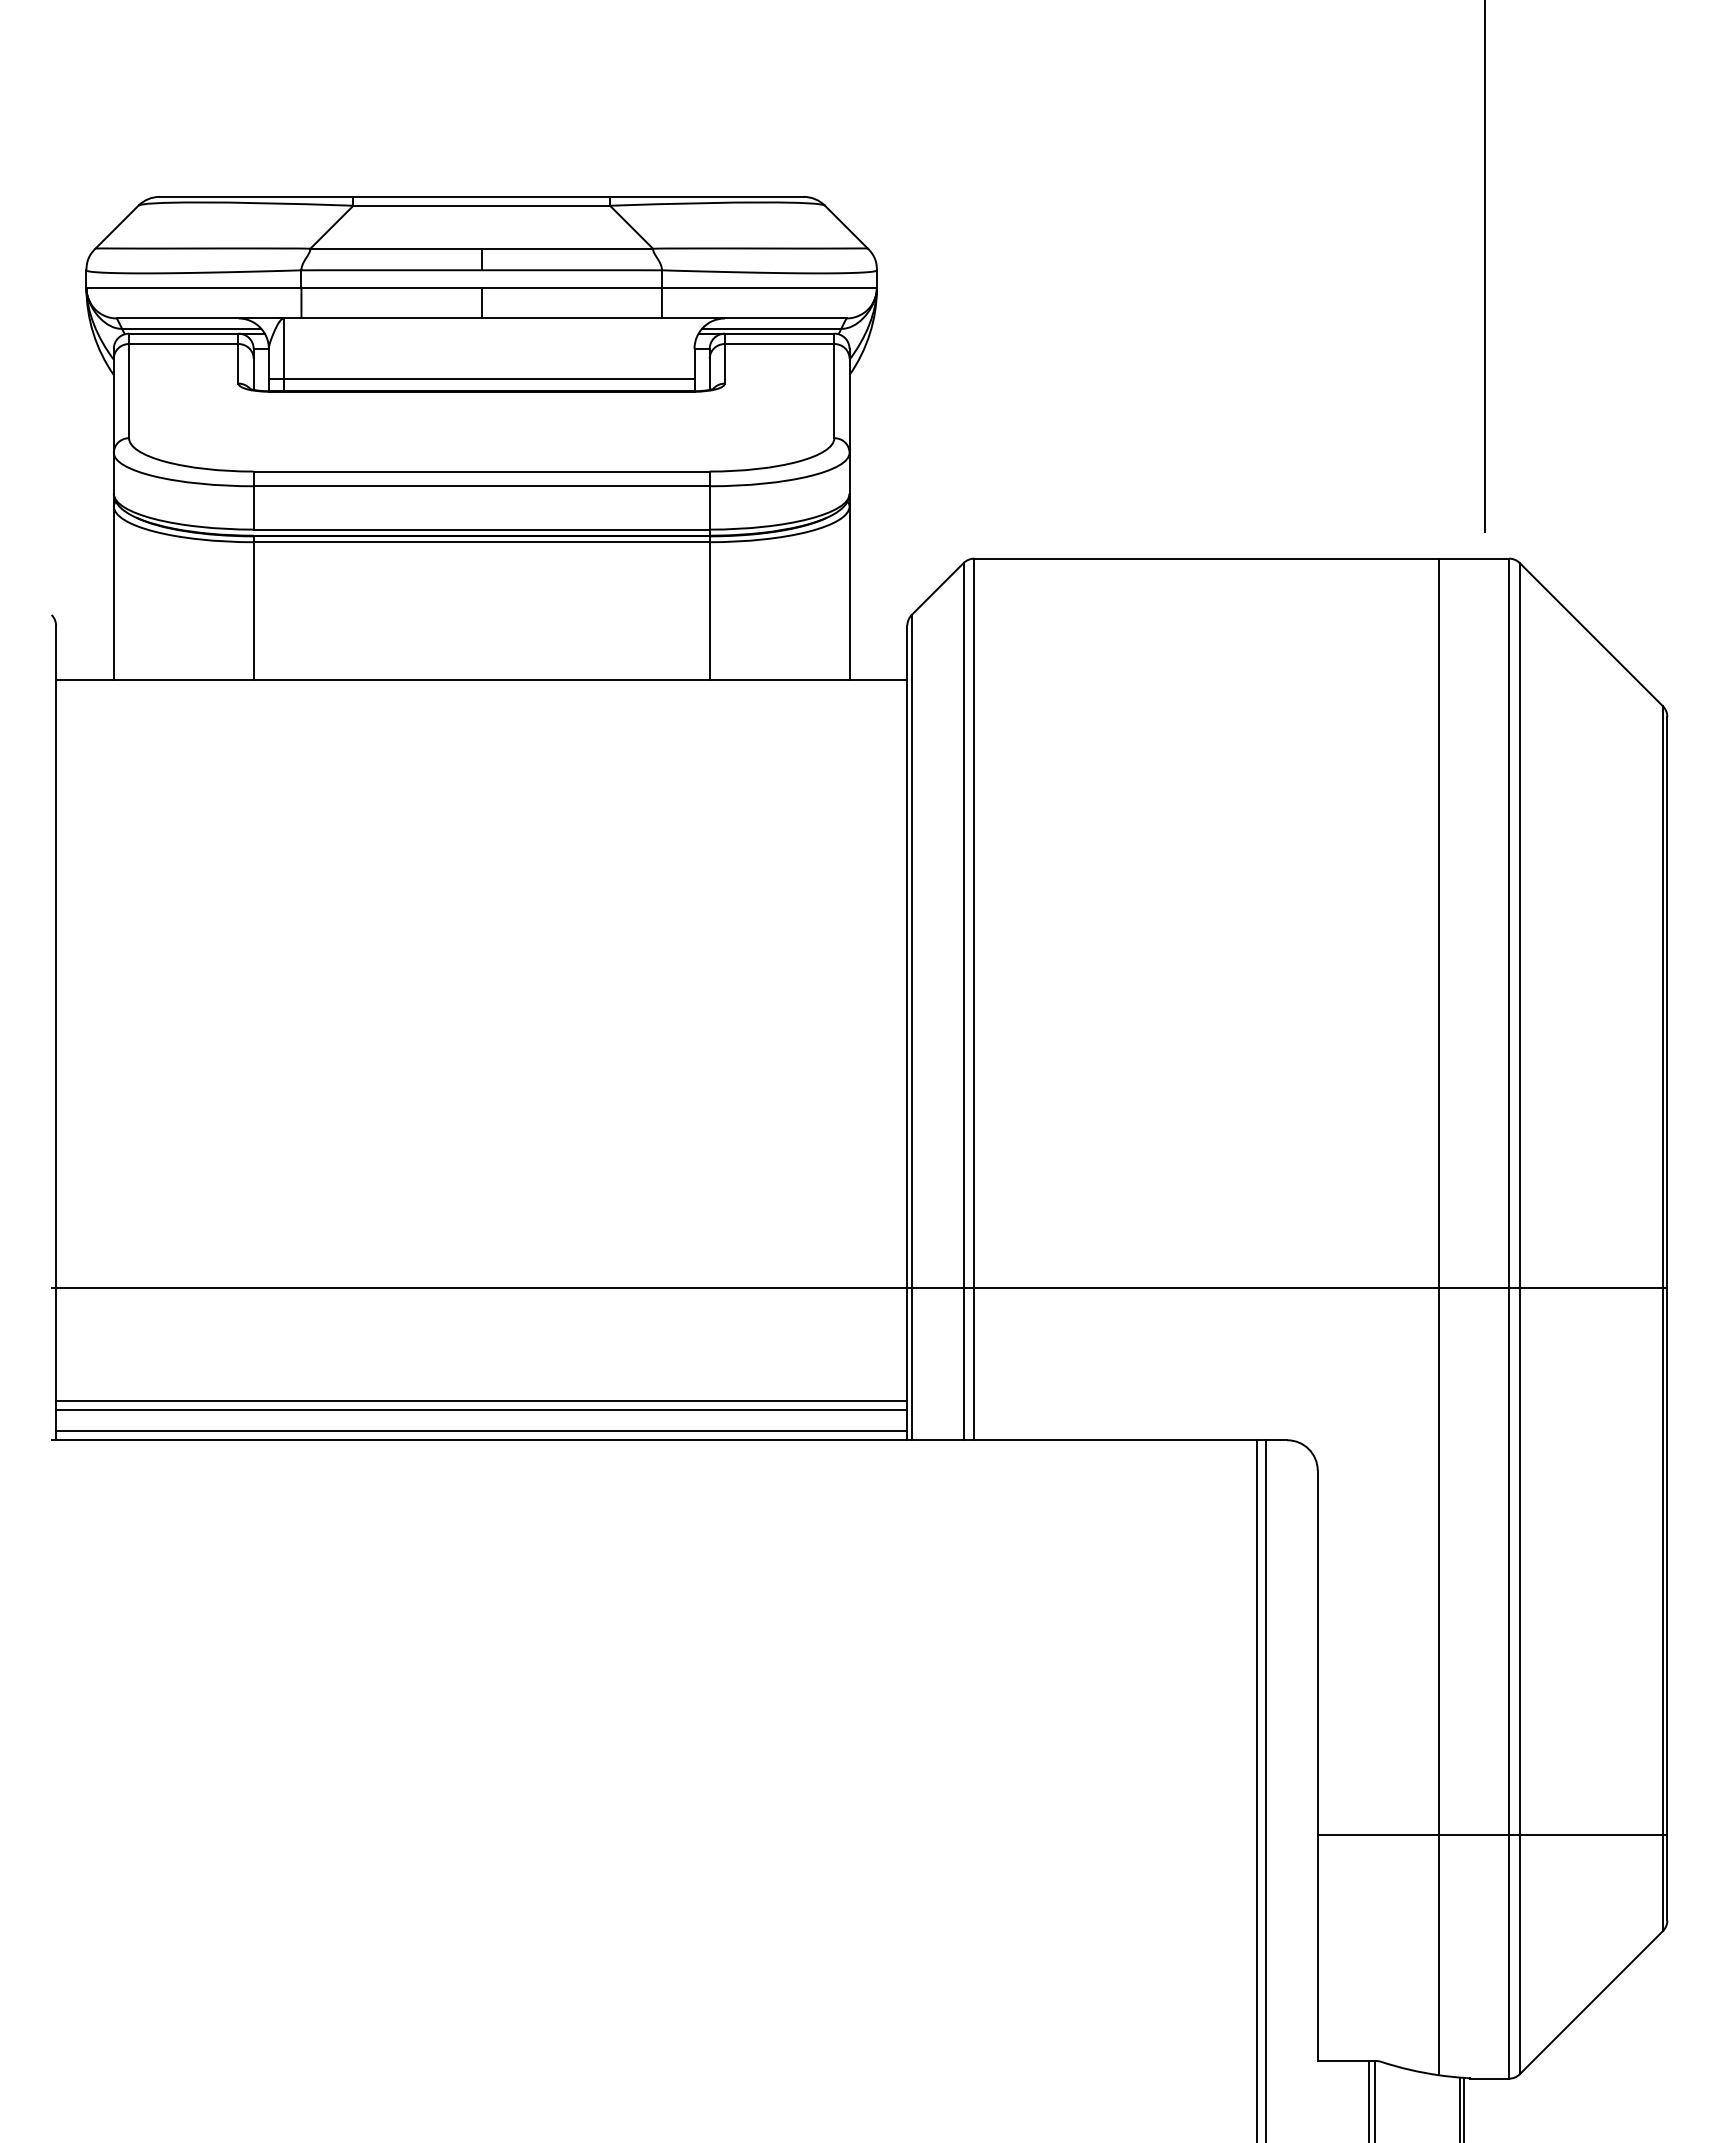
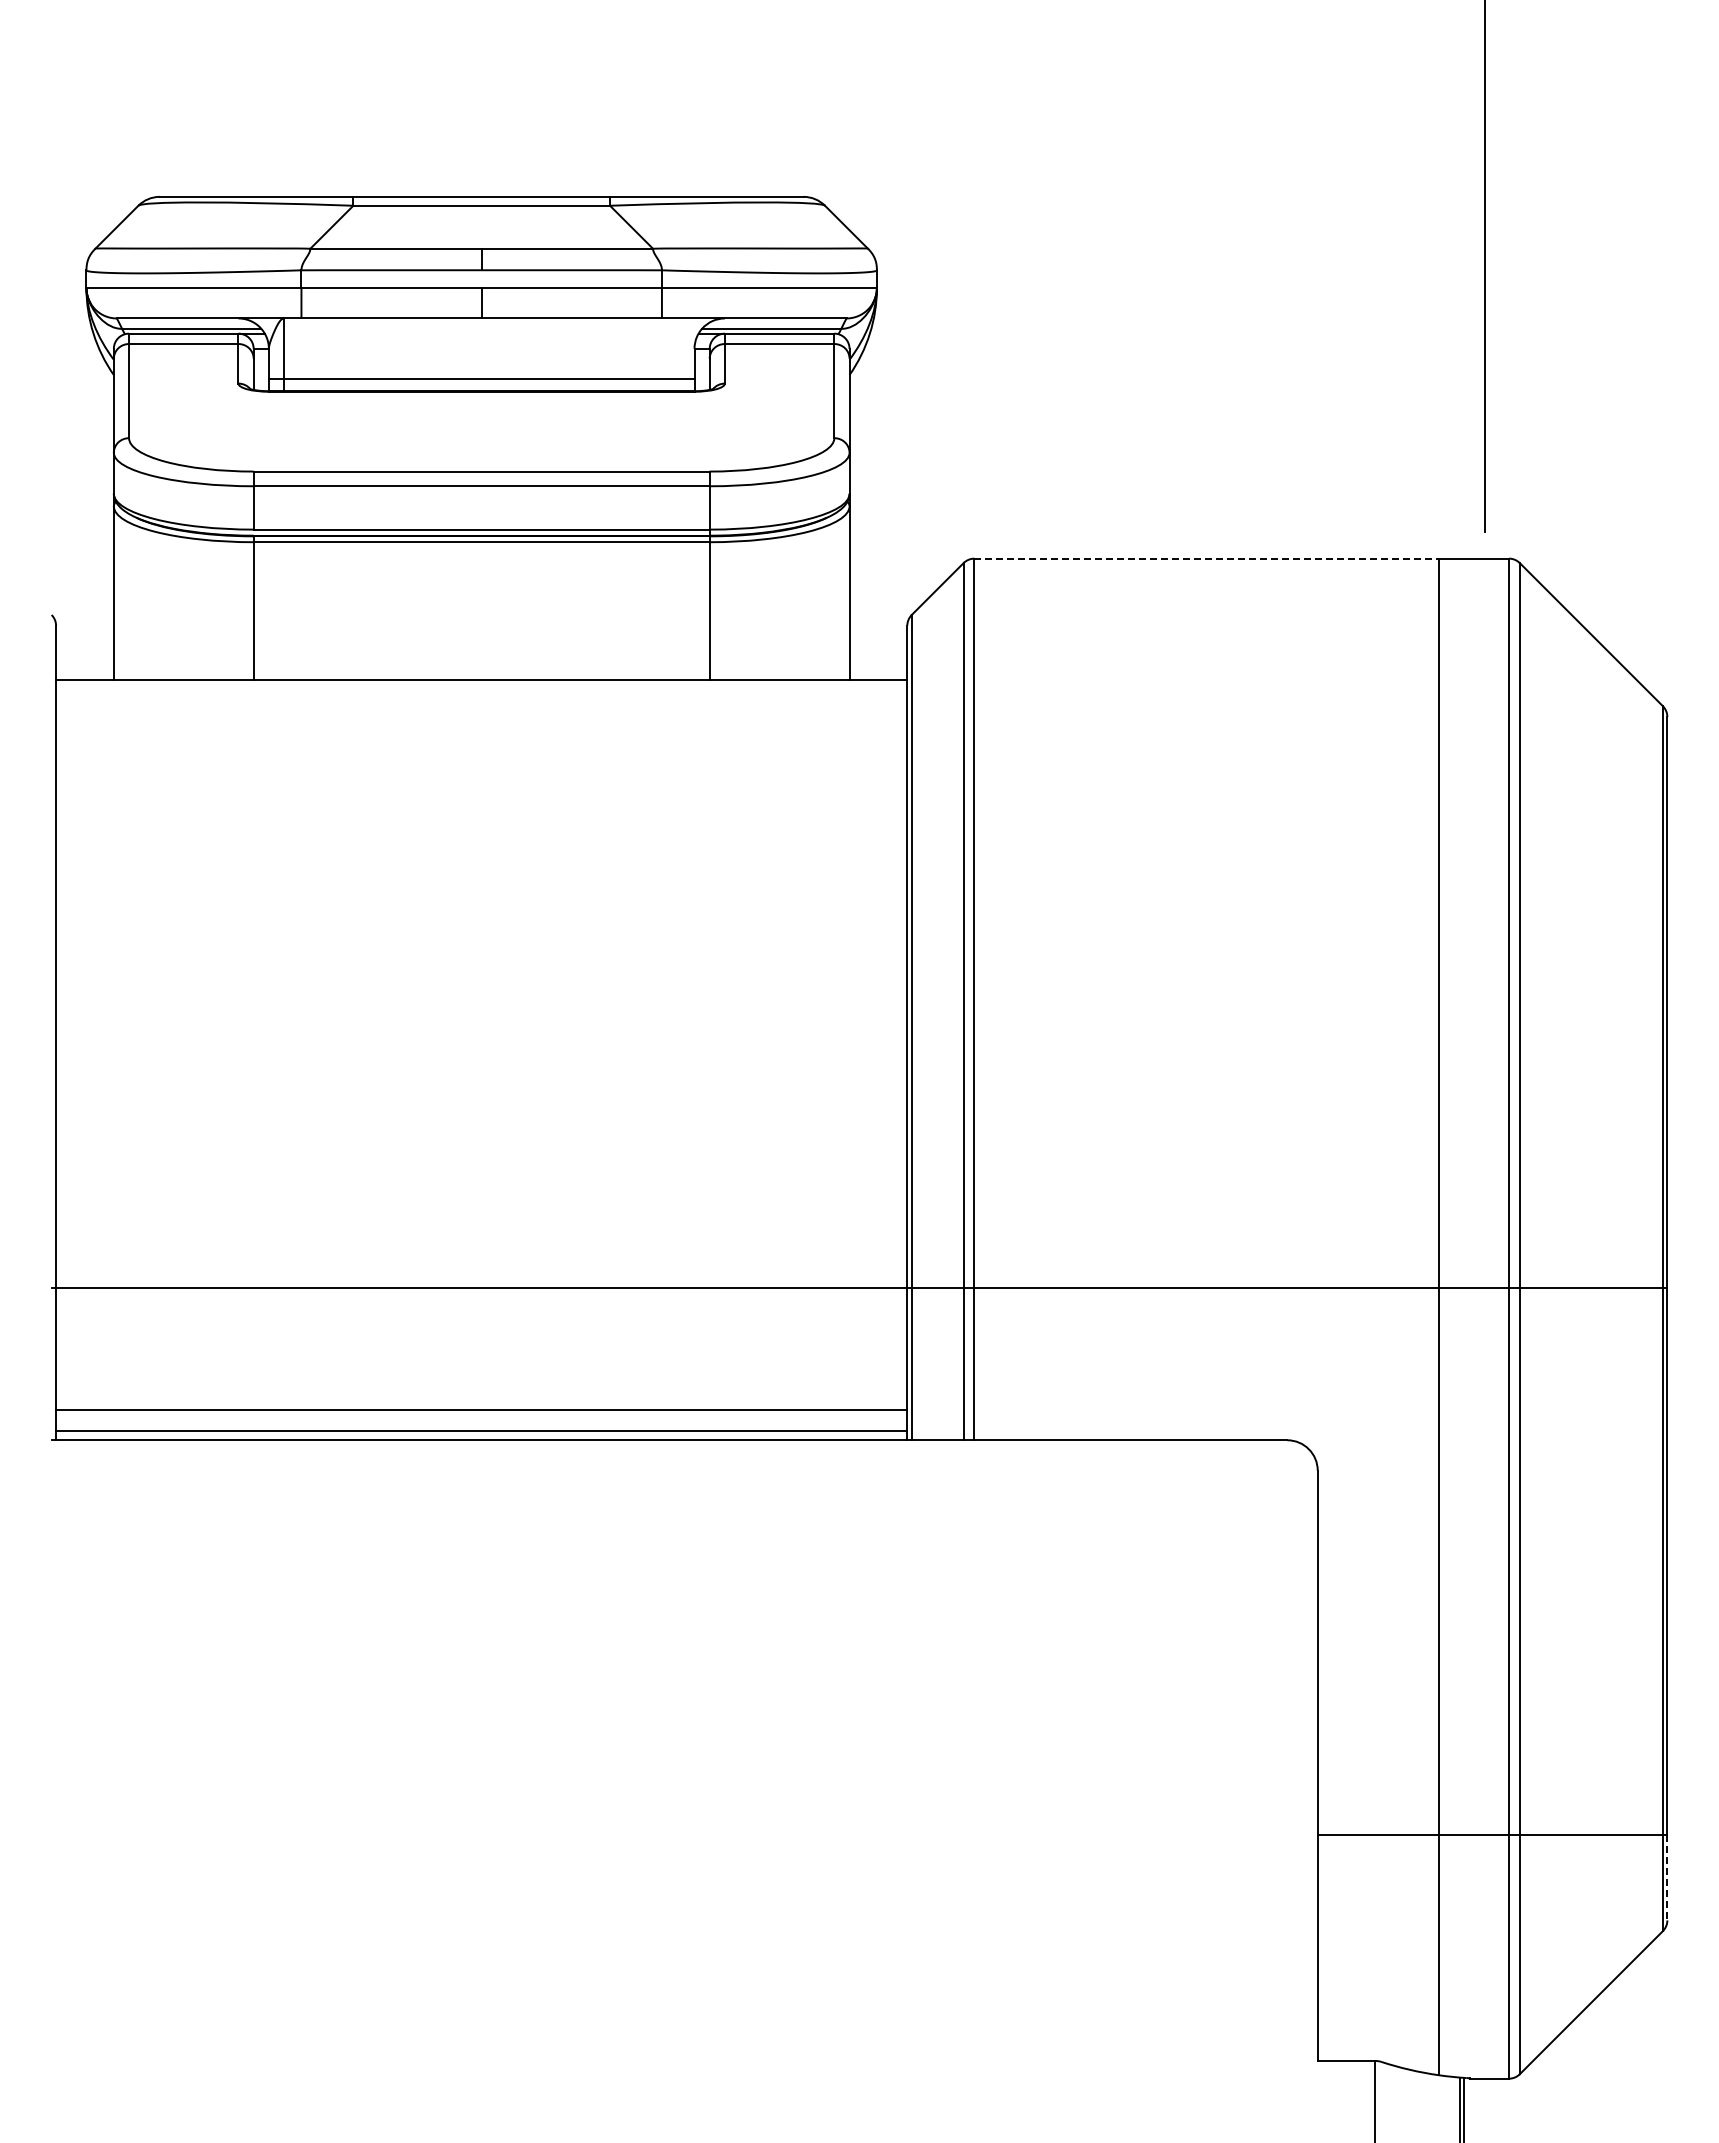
line at (1207, 558): solid -> dashed
line at (481, 1400): present -> none
line at (1256, 1789): present -> none
line at (1266, 1789): present -> none
line at (1667, 1878): solid -> dashed
line at (1369, 2099): present -> none
